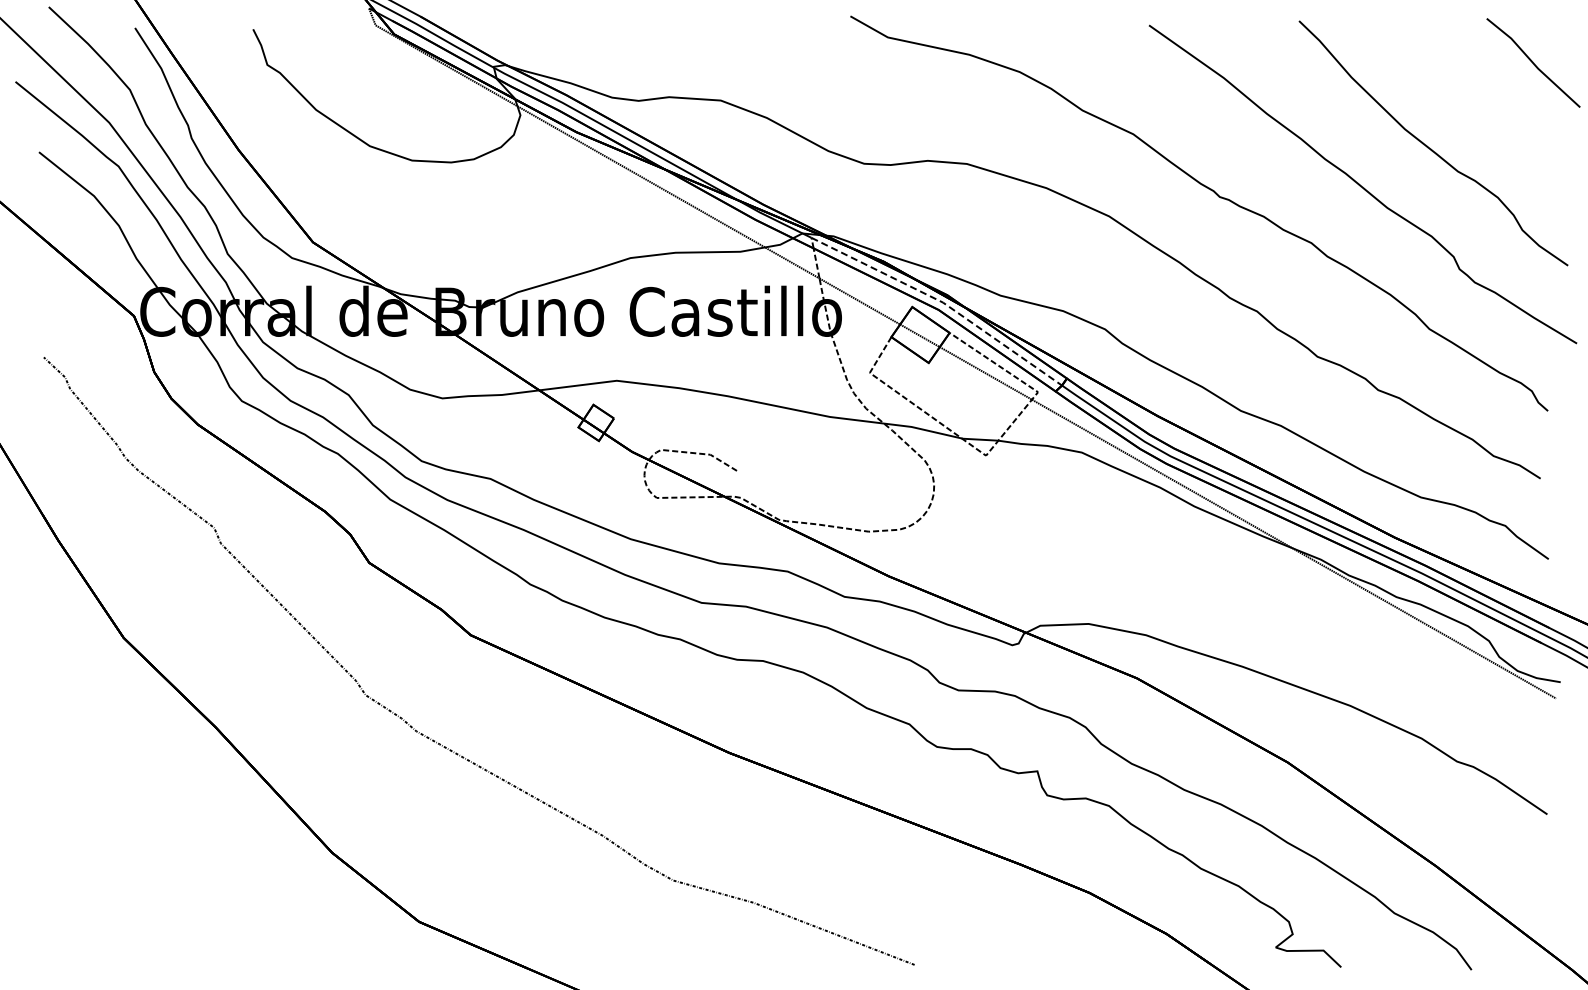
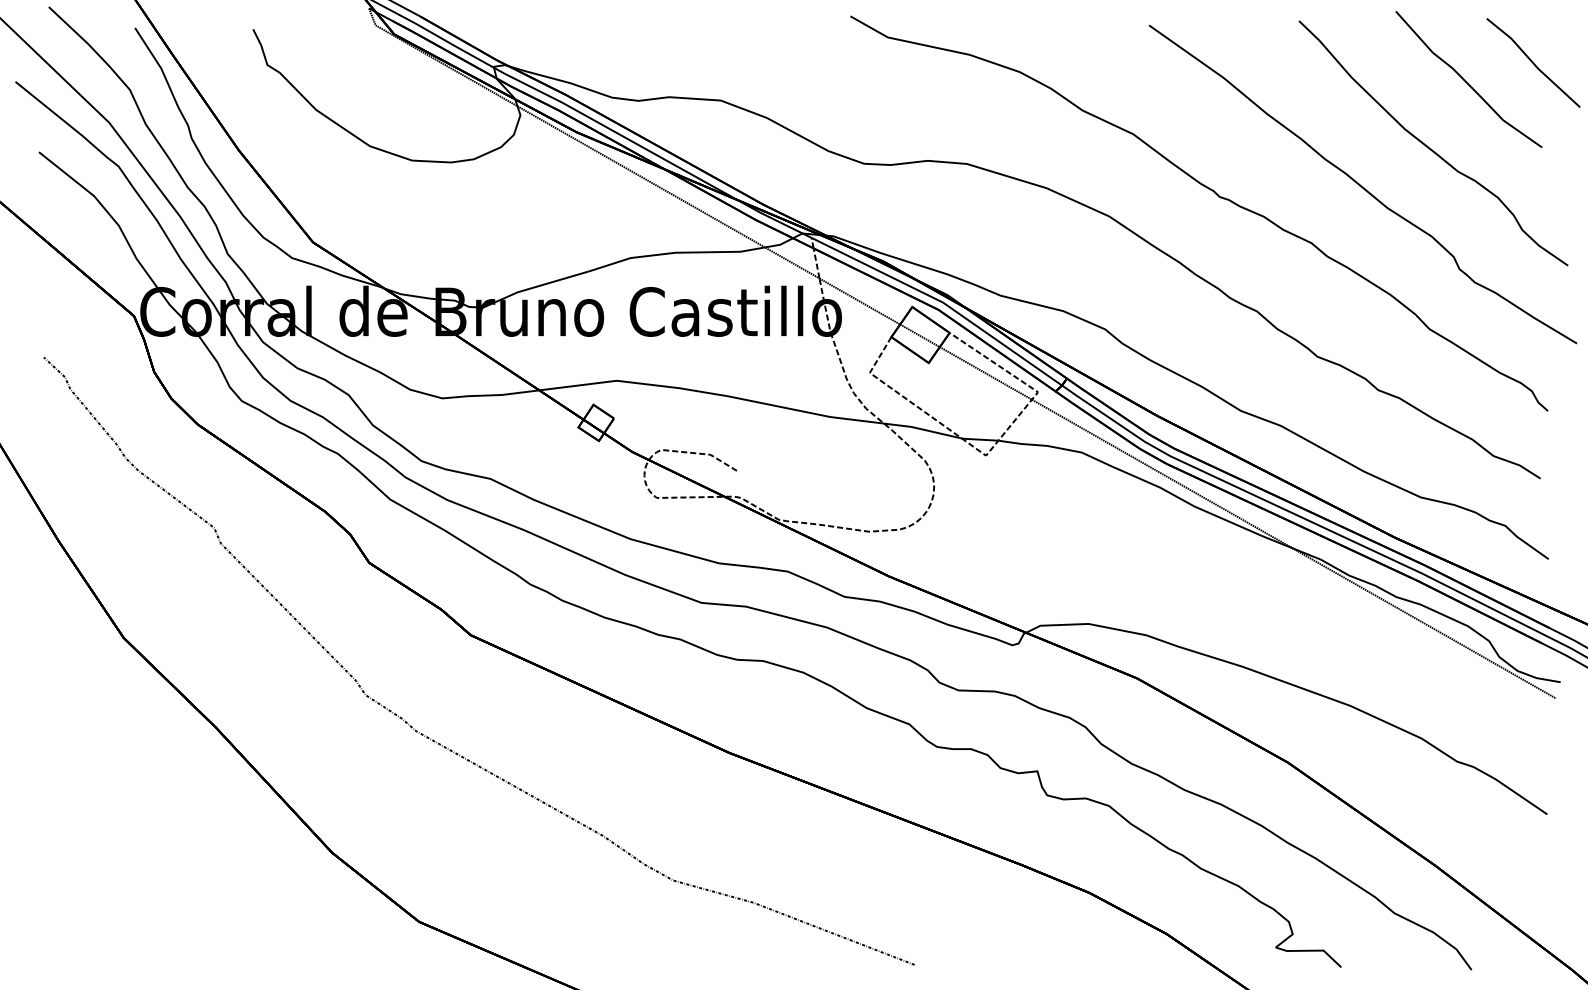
part at (1468, 79): none -> present
line at (942, 302): dashed -> solid
